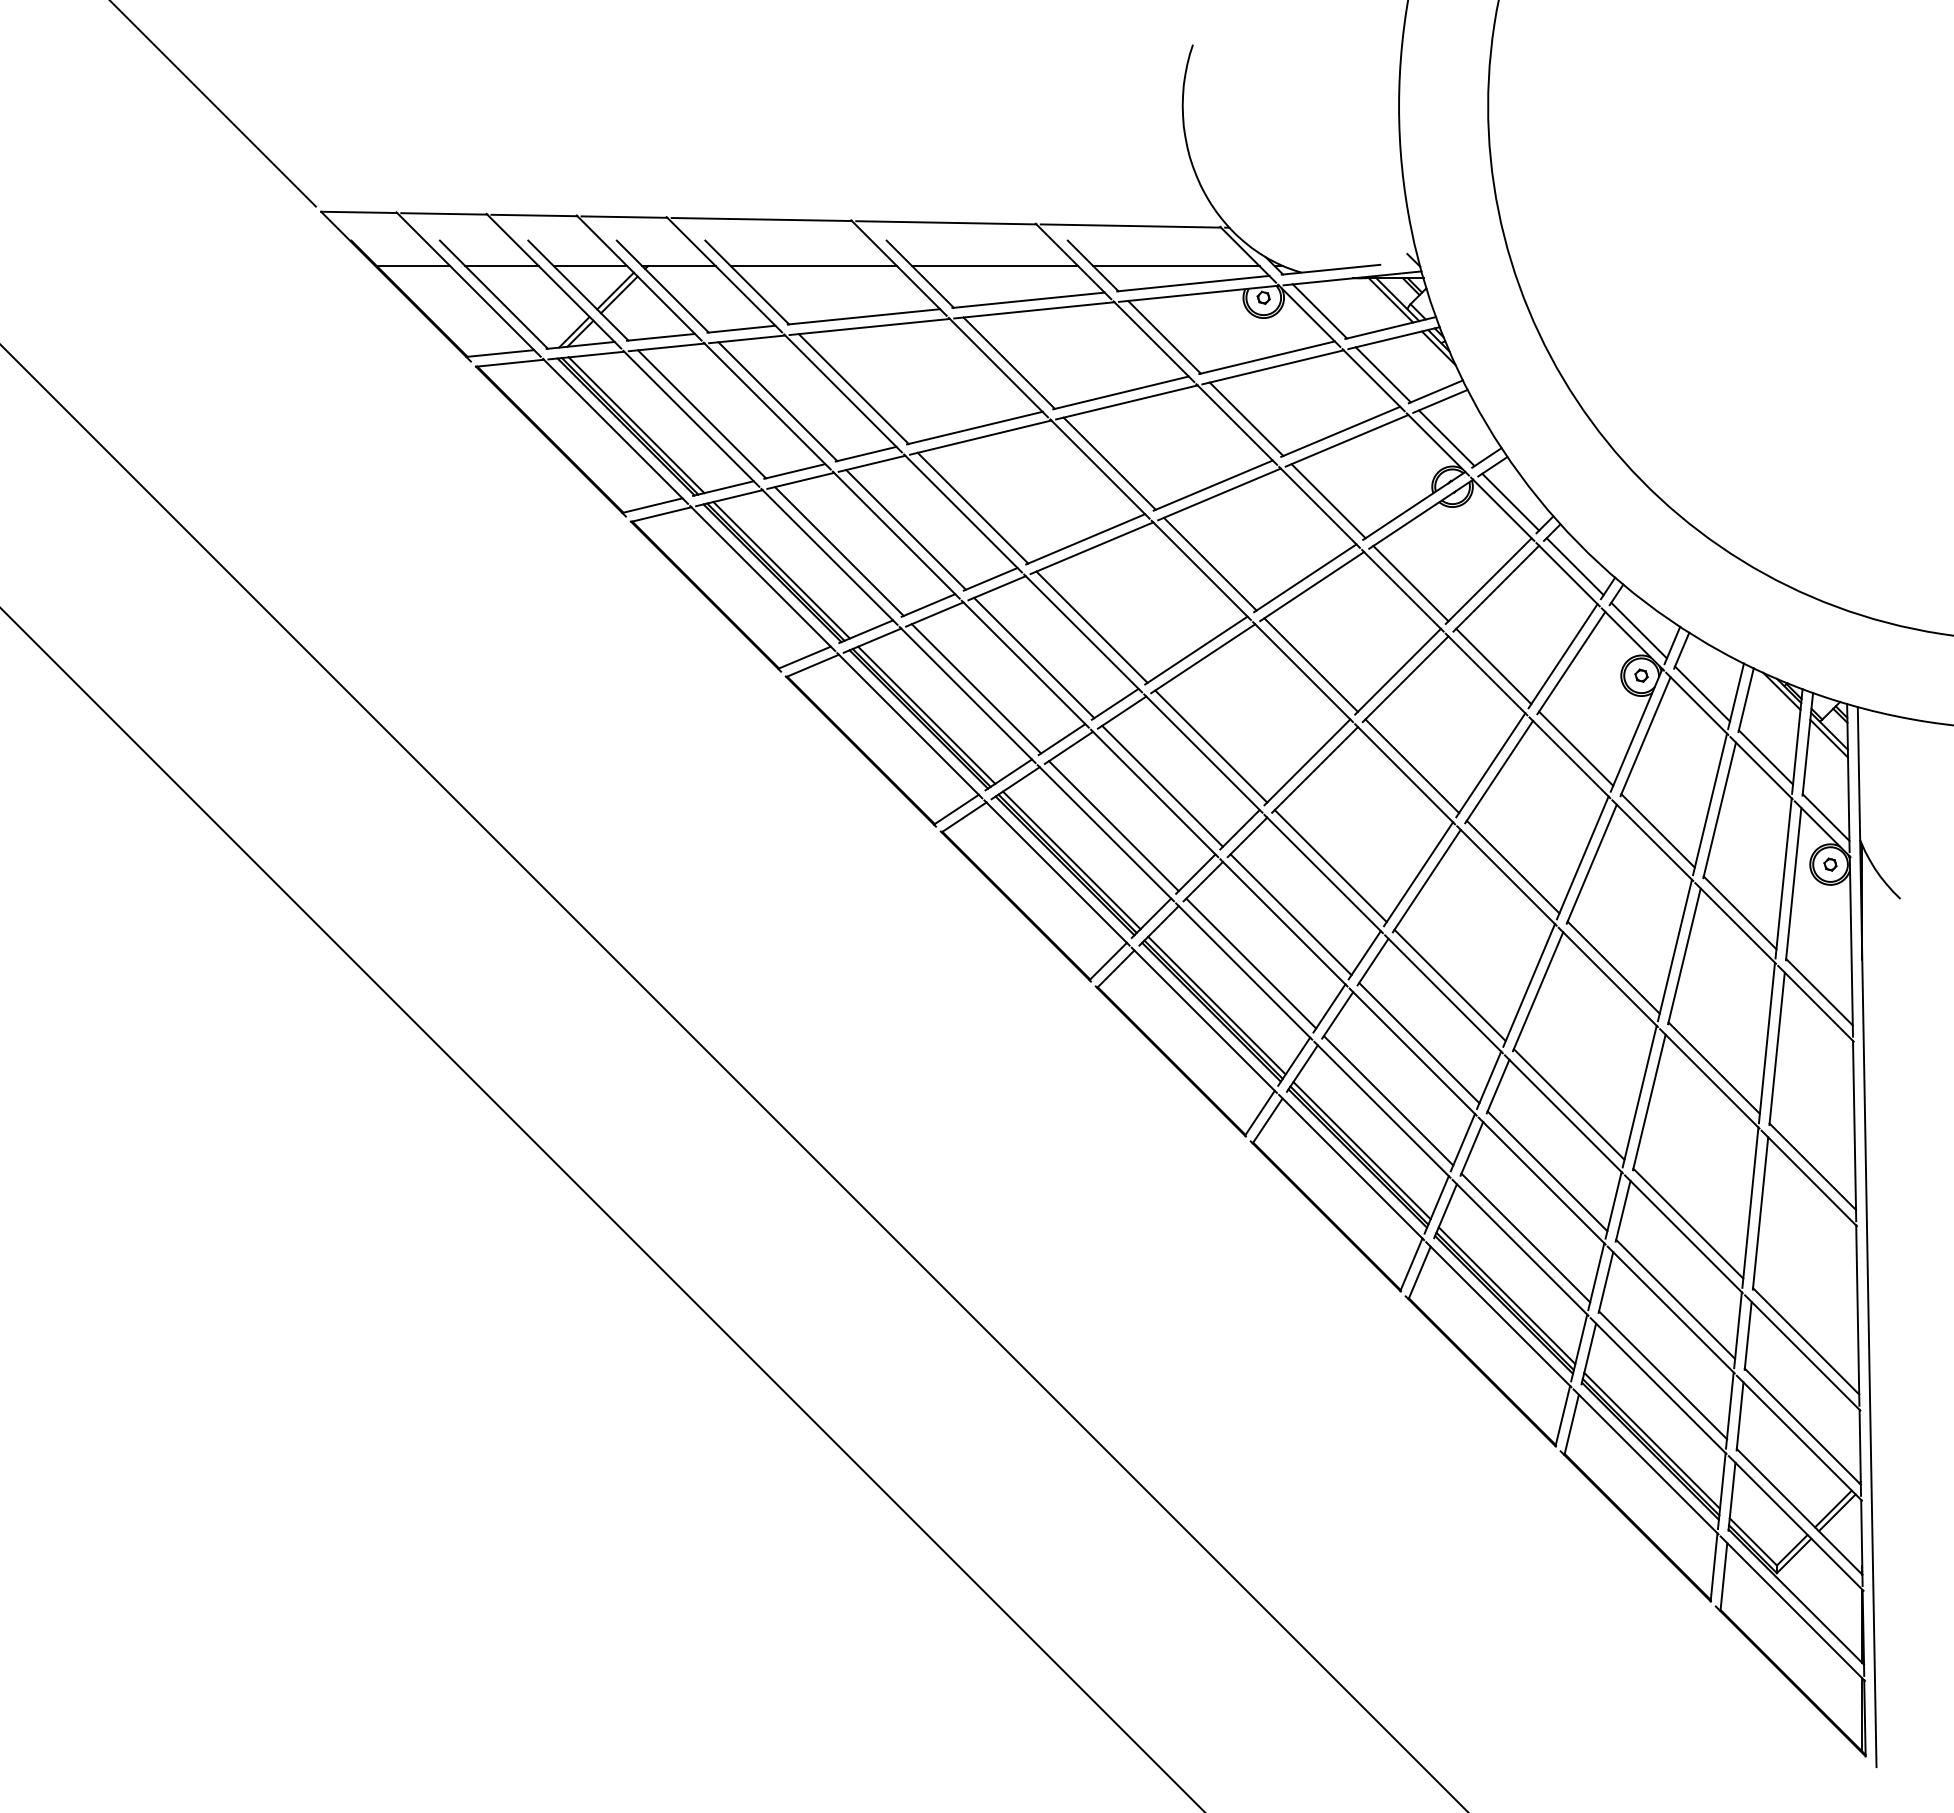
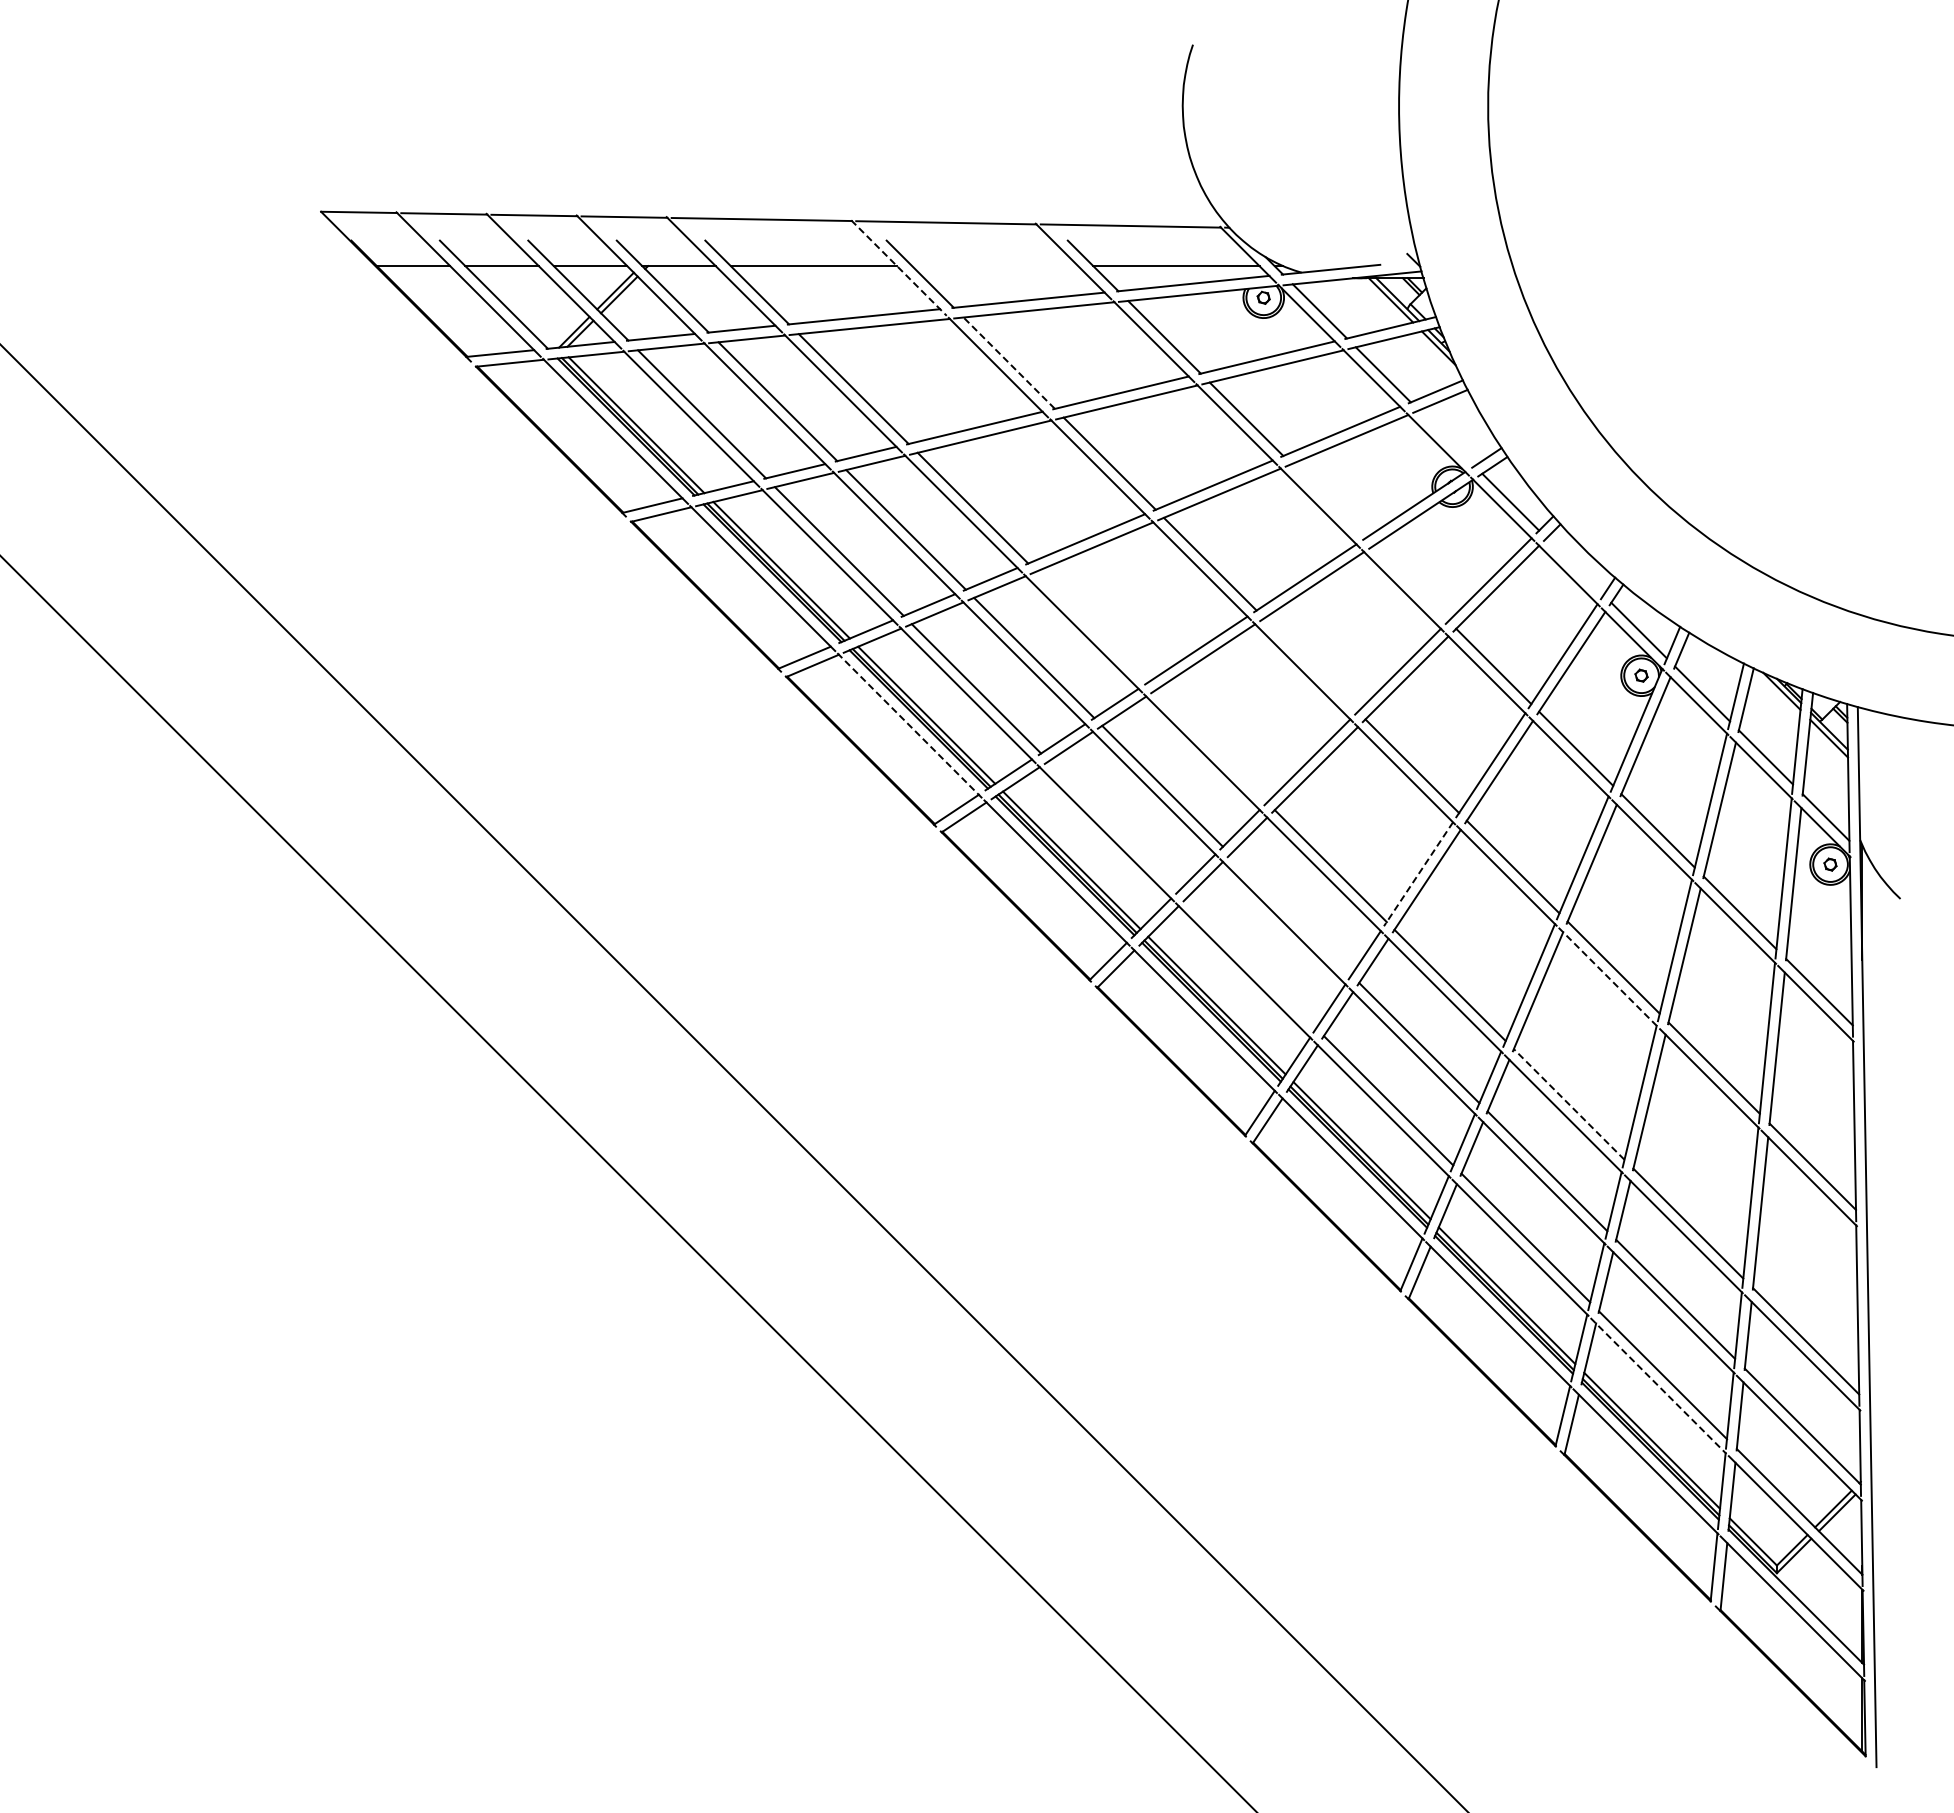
line at (213, 104): present -> none
line at (995, 266): present -> none
line at (898, 268): solid -> dashed
line at (1008, 362): solid -> dashed
line at (1446, 437): present -> none
line at (1328, 501): present -> none
line at (1574, 566): present -> none
line at (1410, 583): present -> none
line at (1091, 626): present -> none
line at (1310, 664): present -> none
line at (909, 725): solid -> dashed
line at (1211, 746): present -> none
line at (1113, 826): present -> none
line at (1418, 874): solid -> dashed
line at (1290, 914): present -> none
line at (1251, 963): present -> none
line at (1608, 977): solid -> dashed
line at (1568, 1104): solid -> dashed
line at (602, 1209) position: (602, 1209) -> (627, 1183)
line at (1658, 1386): solid -> dashed
